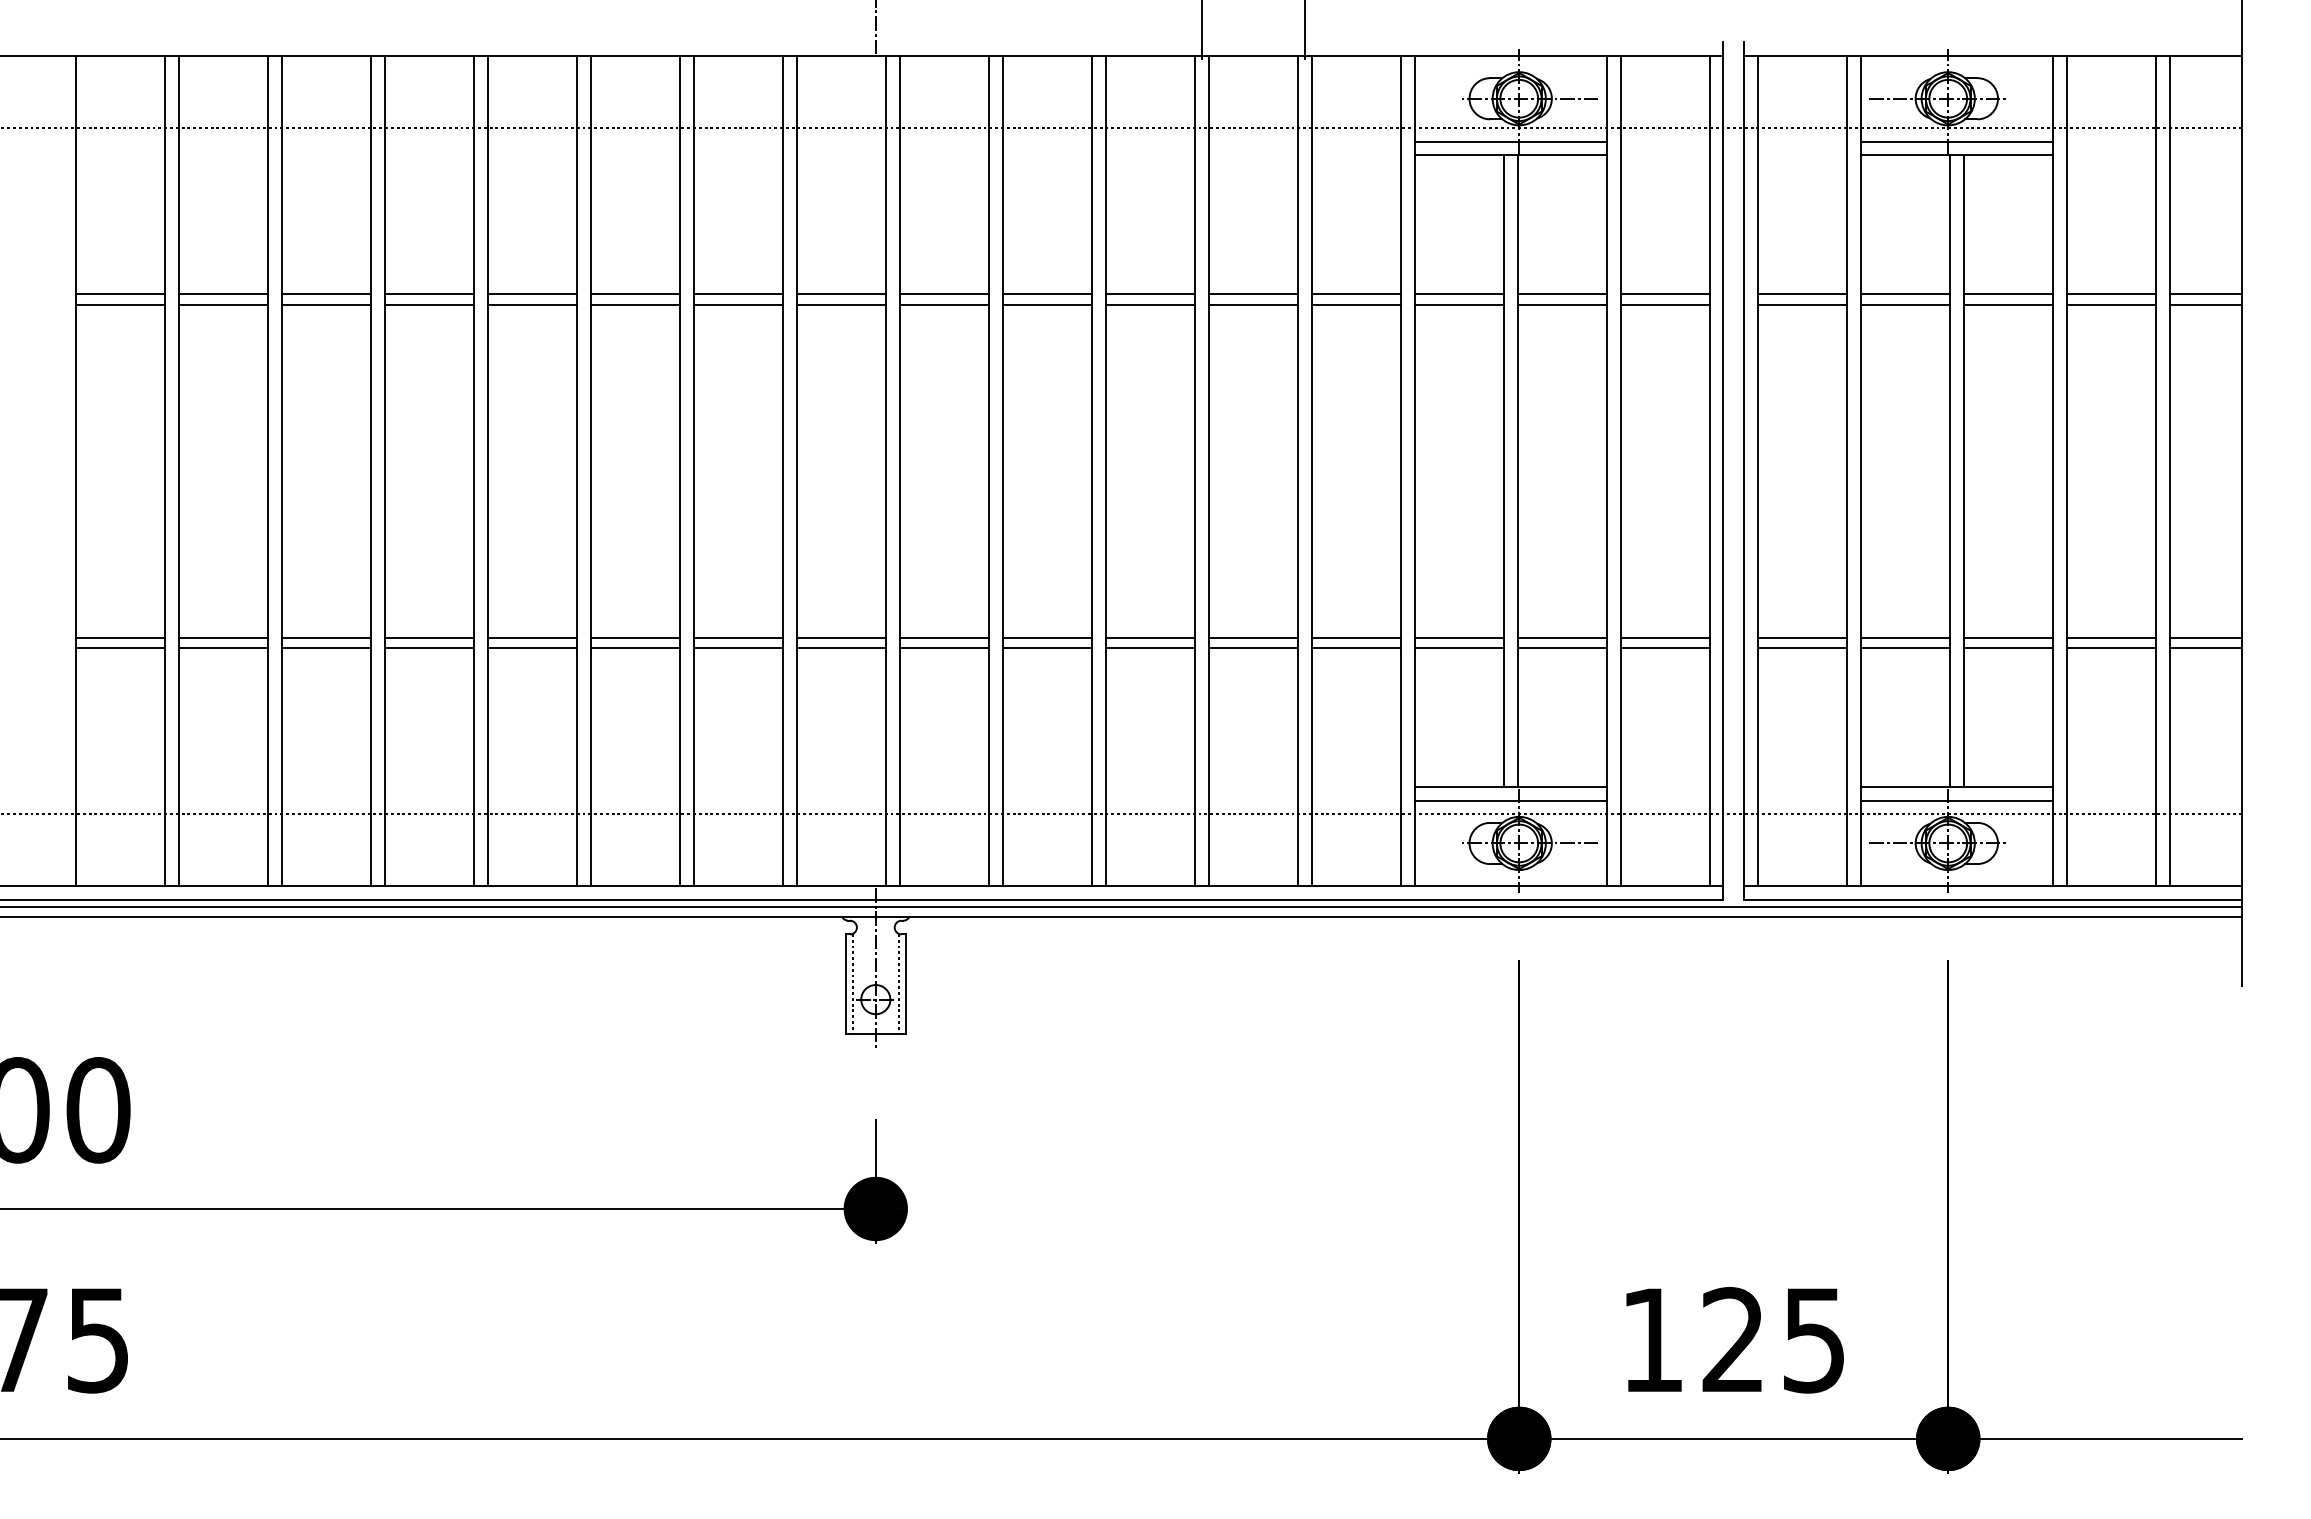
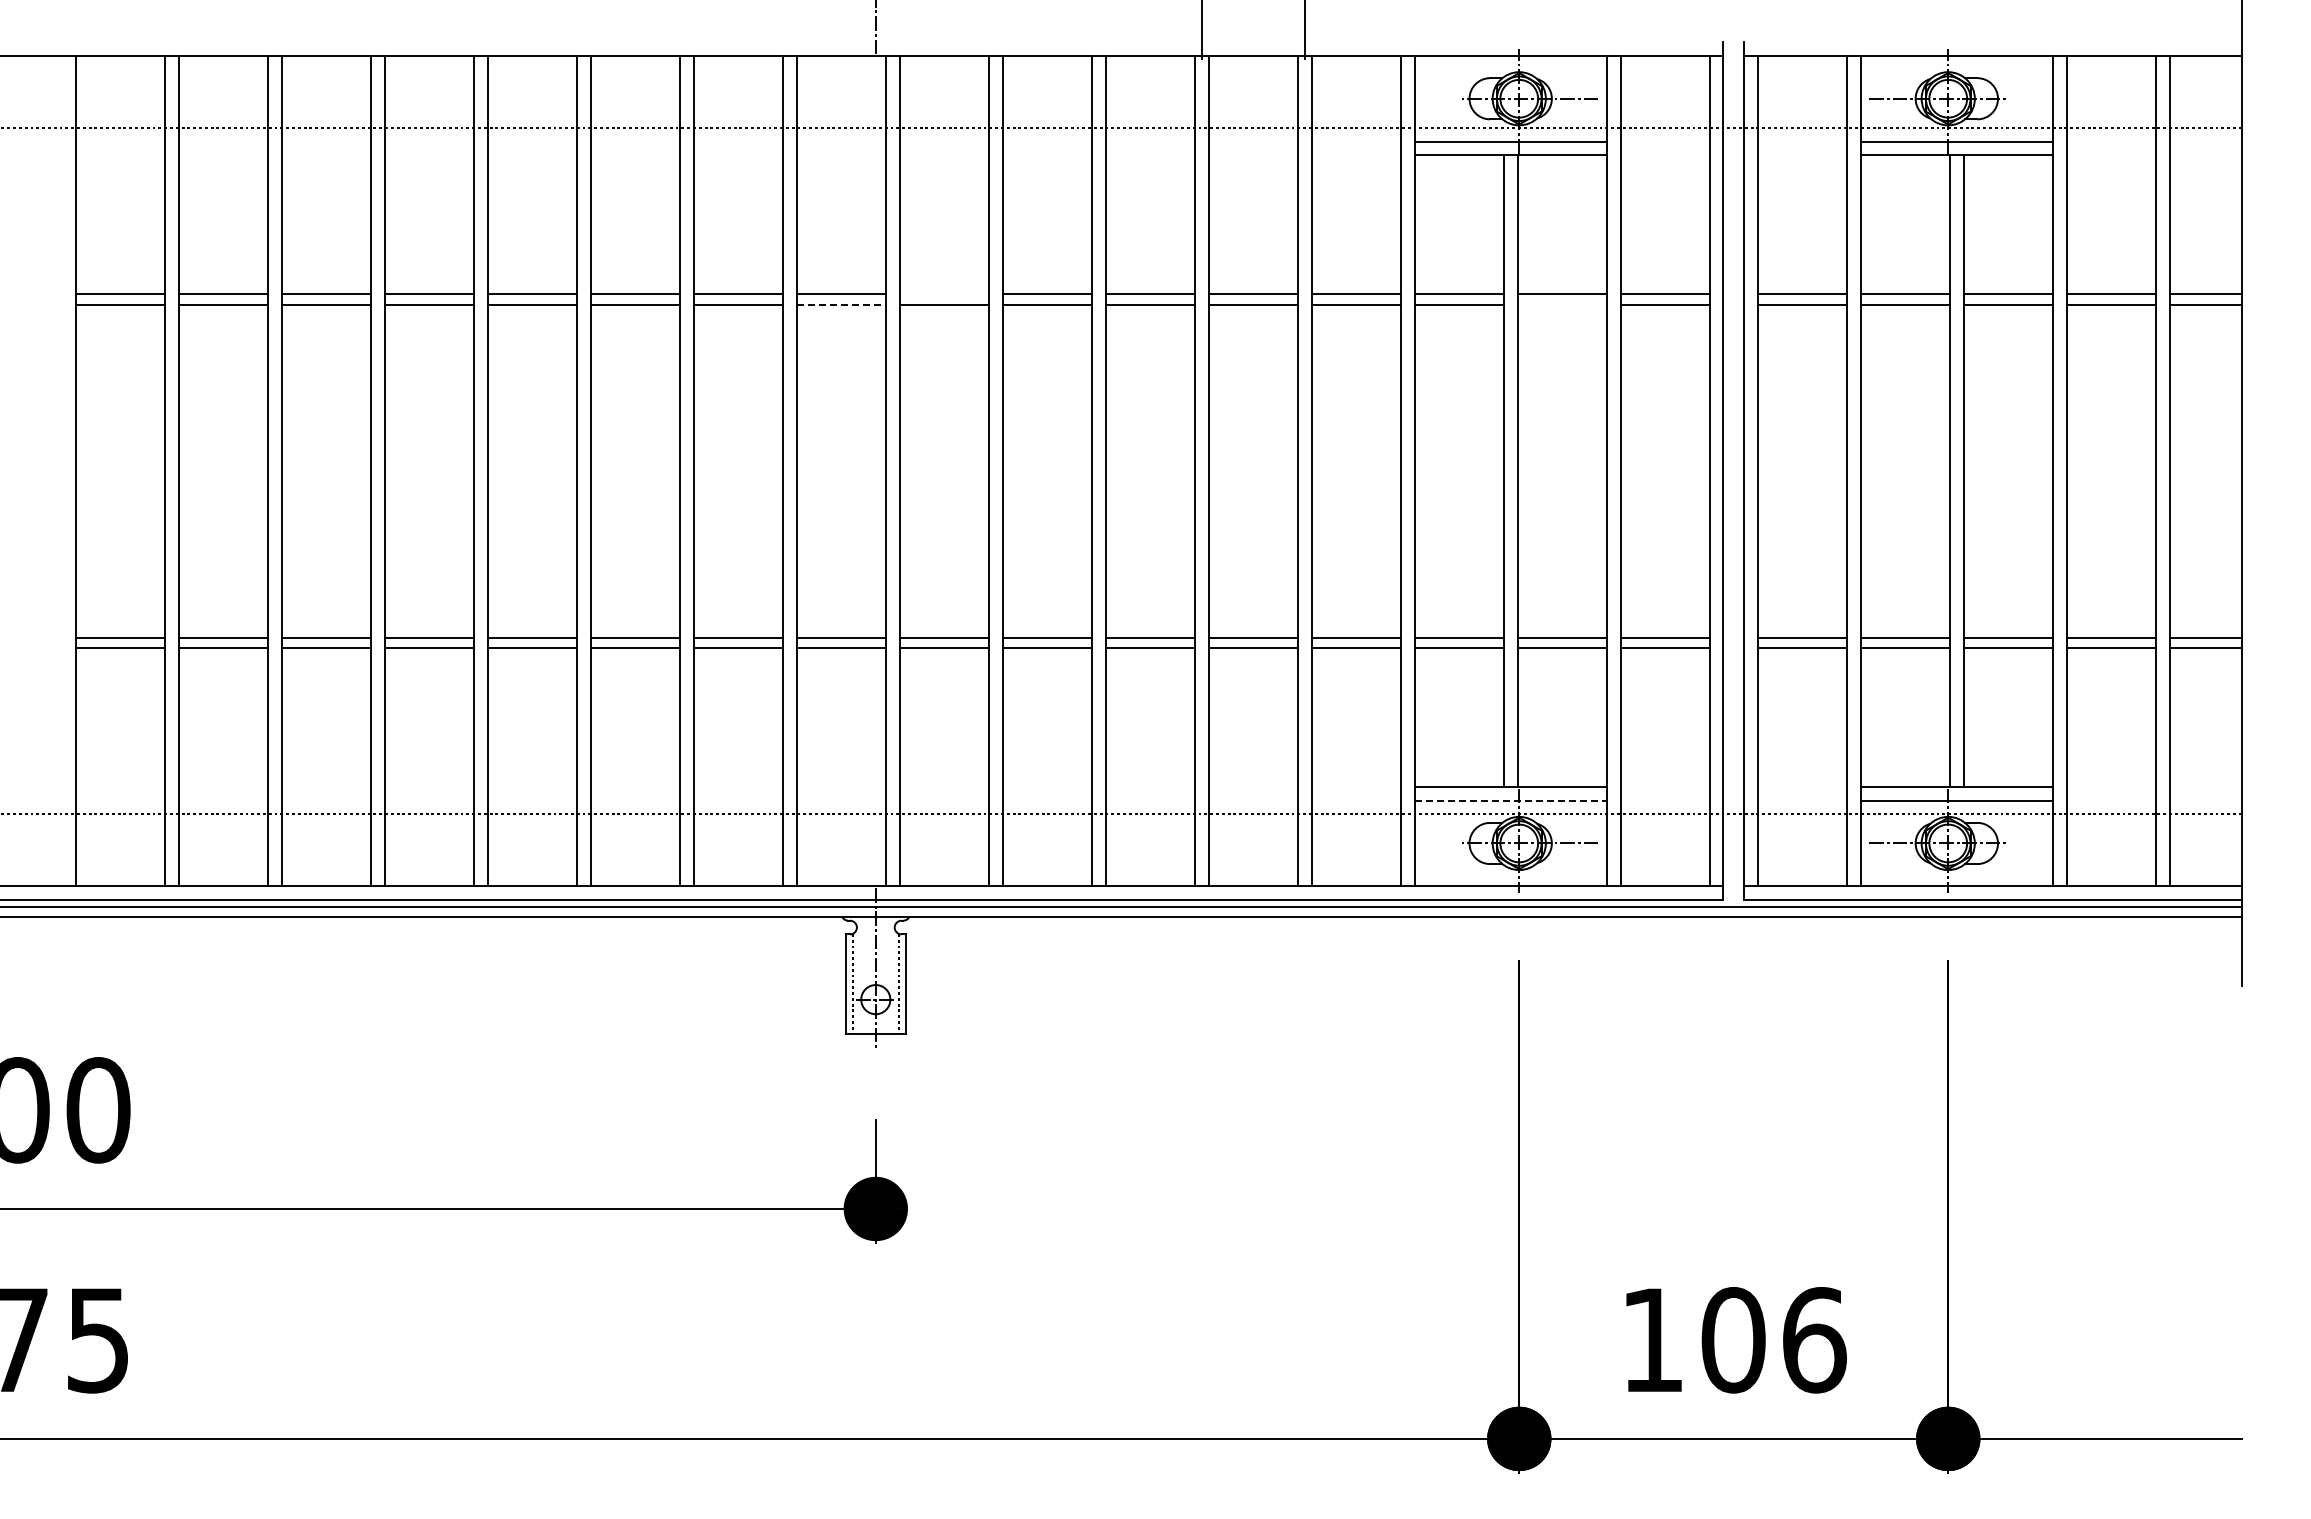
line at (944, 294): present -> none
line at (841, 304): solid -> dashed
line at (1561, 304): present -> none
line at (1511, 800): solid -> dashed
text at (1773, 1340): 125 -> 106
